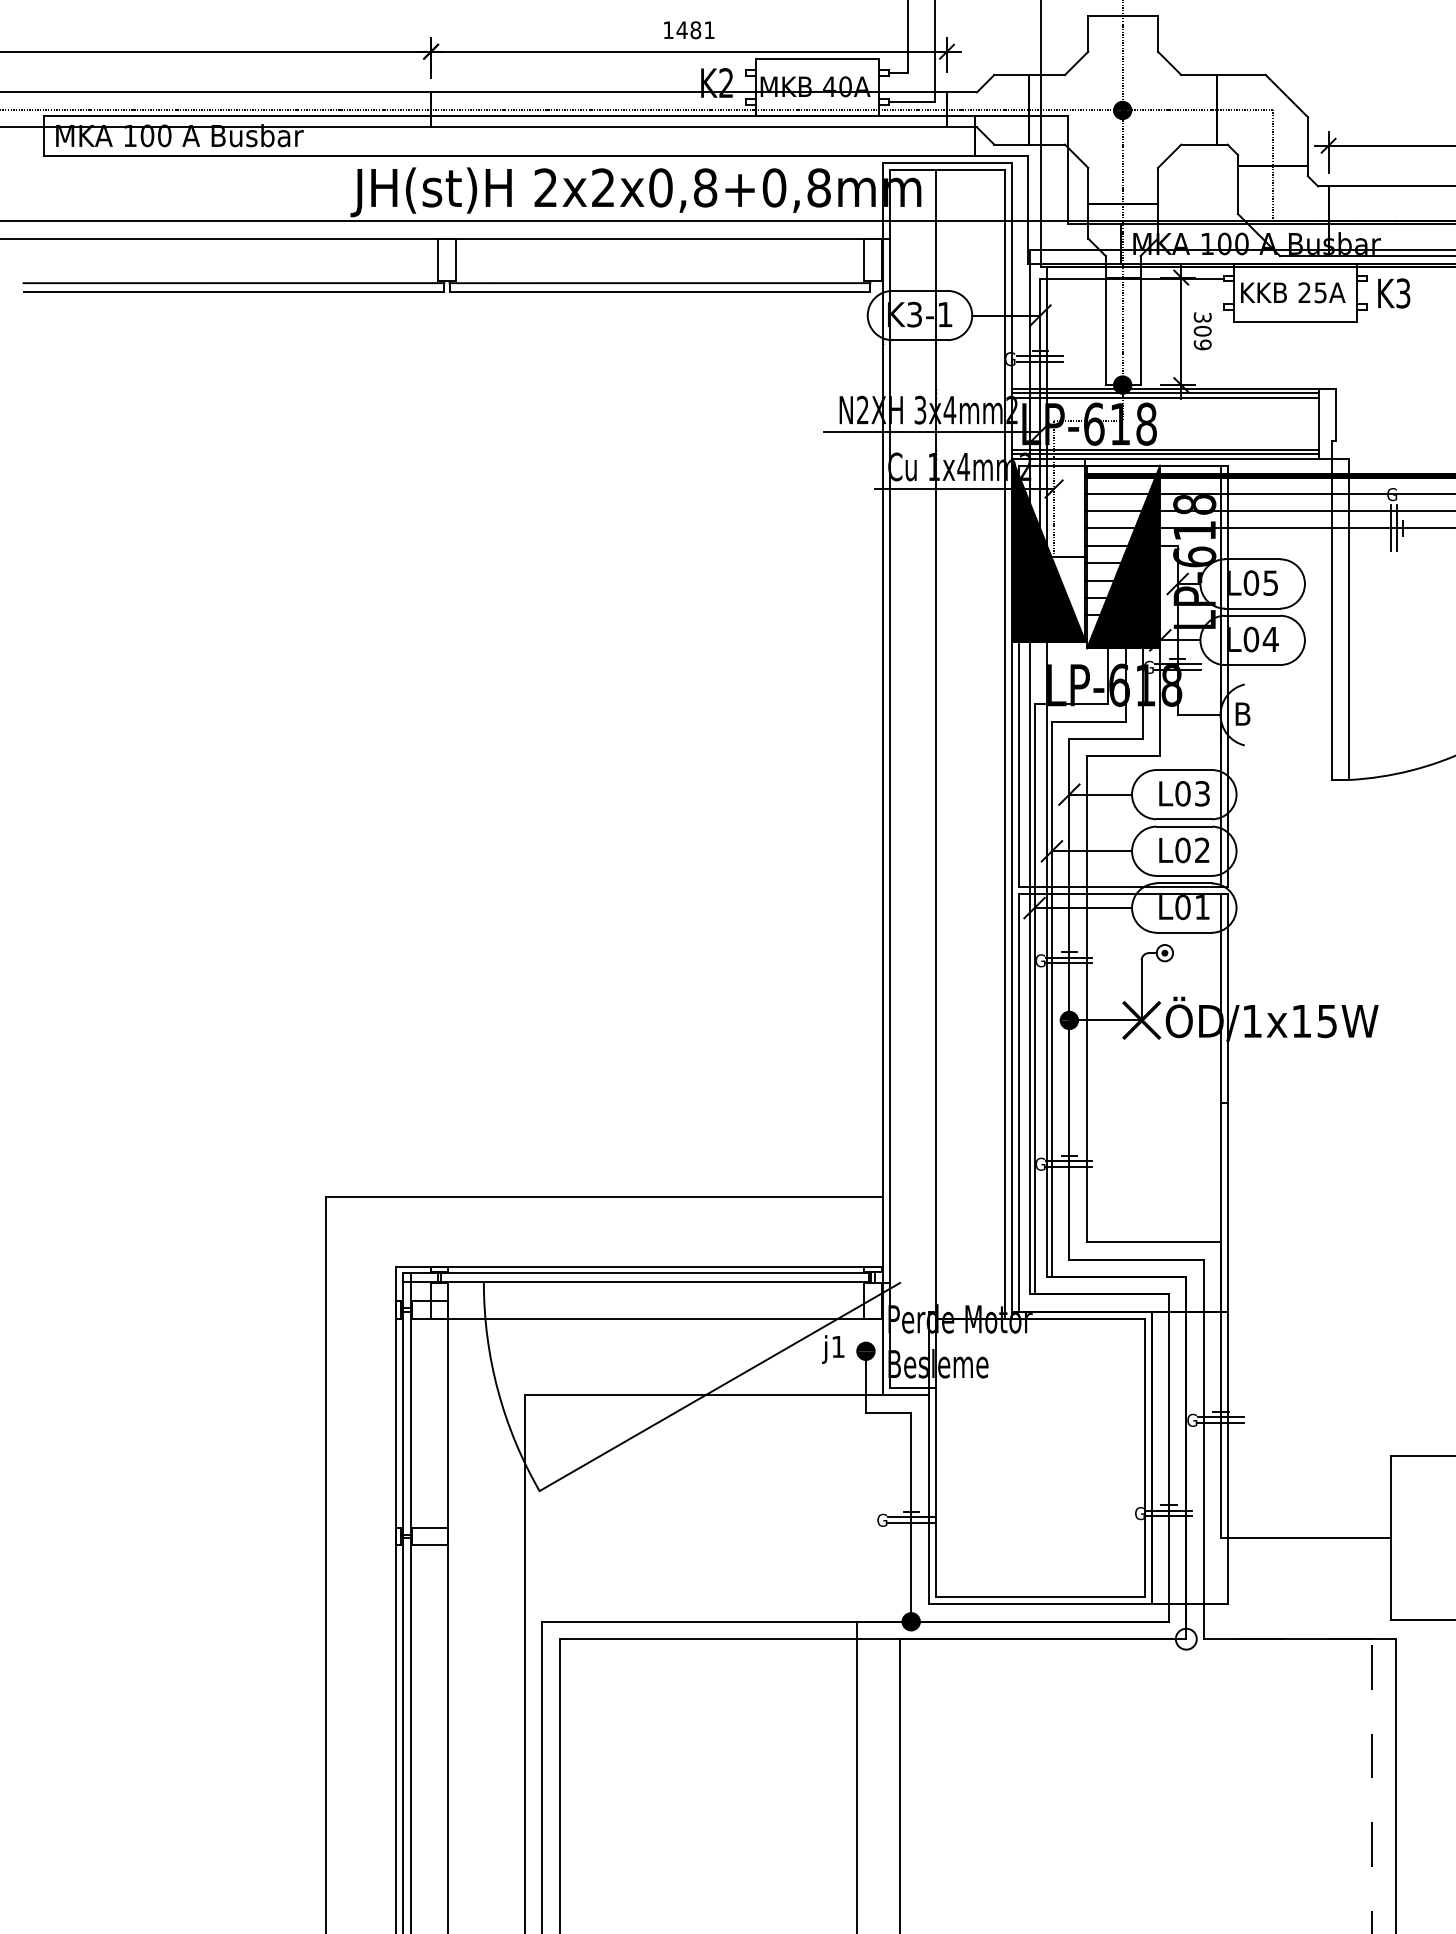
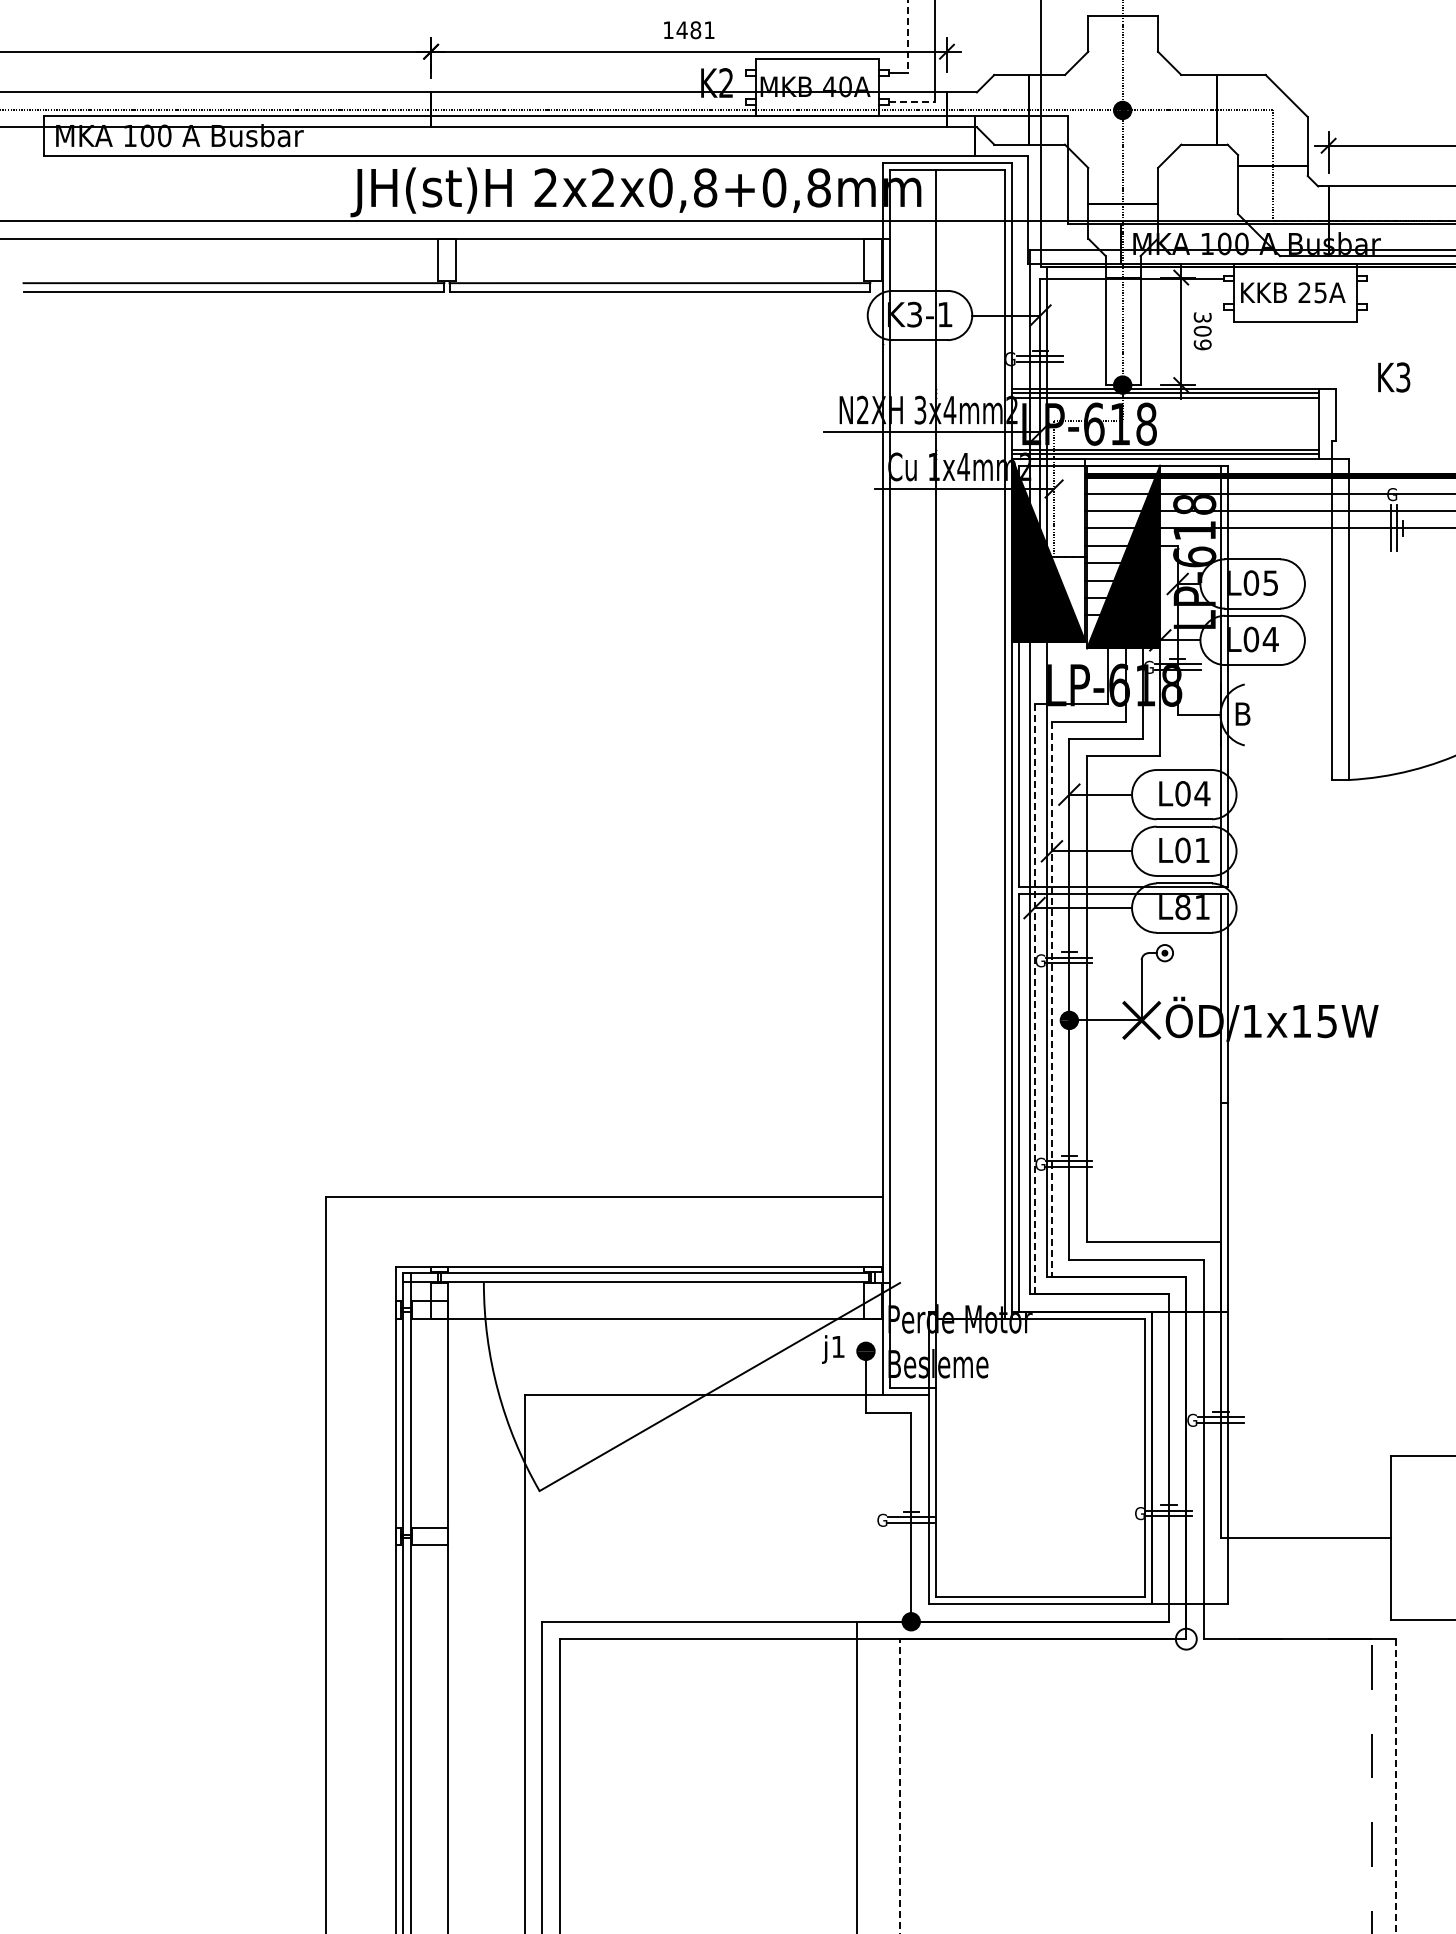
line at (908, 37): solid -> dashed
line at (911, 101): solid -> dashed
text at (1394, 293) position: (1394, 293) -> (1394, 377)
text at (1202, 793): L03 -> L04
text at (1202, 849): L02 -> L01
text at (1182, 907): L01 -> L81
line at (1034, 999): solid -> dashed
line at (1051, 999): solid -> dashed
line at (900, 1785): solid -> dashed
line at (1395, 1787): solid -> dashed
